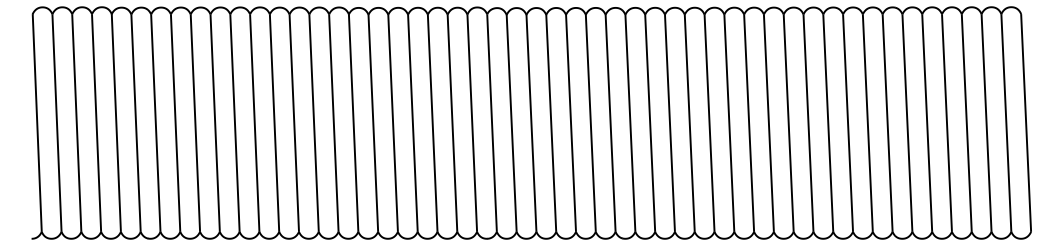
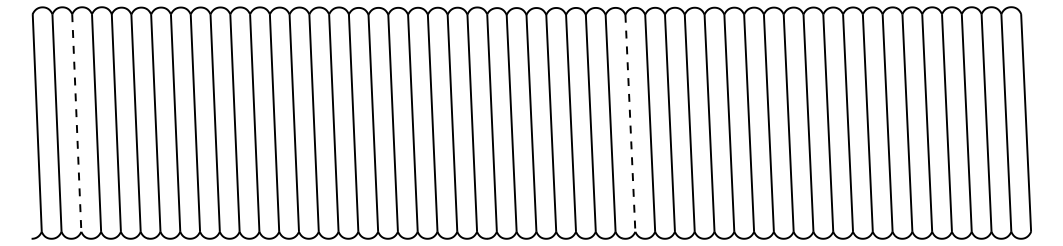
line at (76, 123): solid -> dashed
line at (630, 123): solid -> dashed
